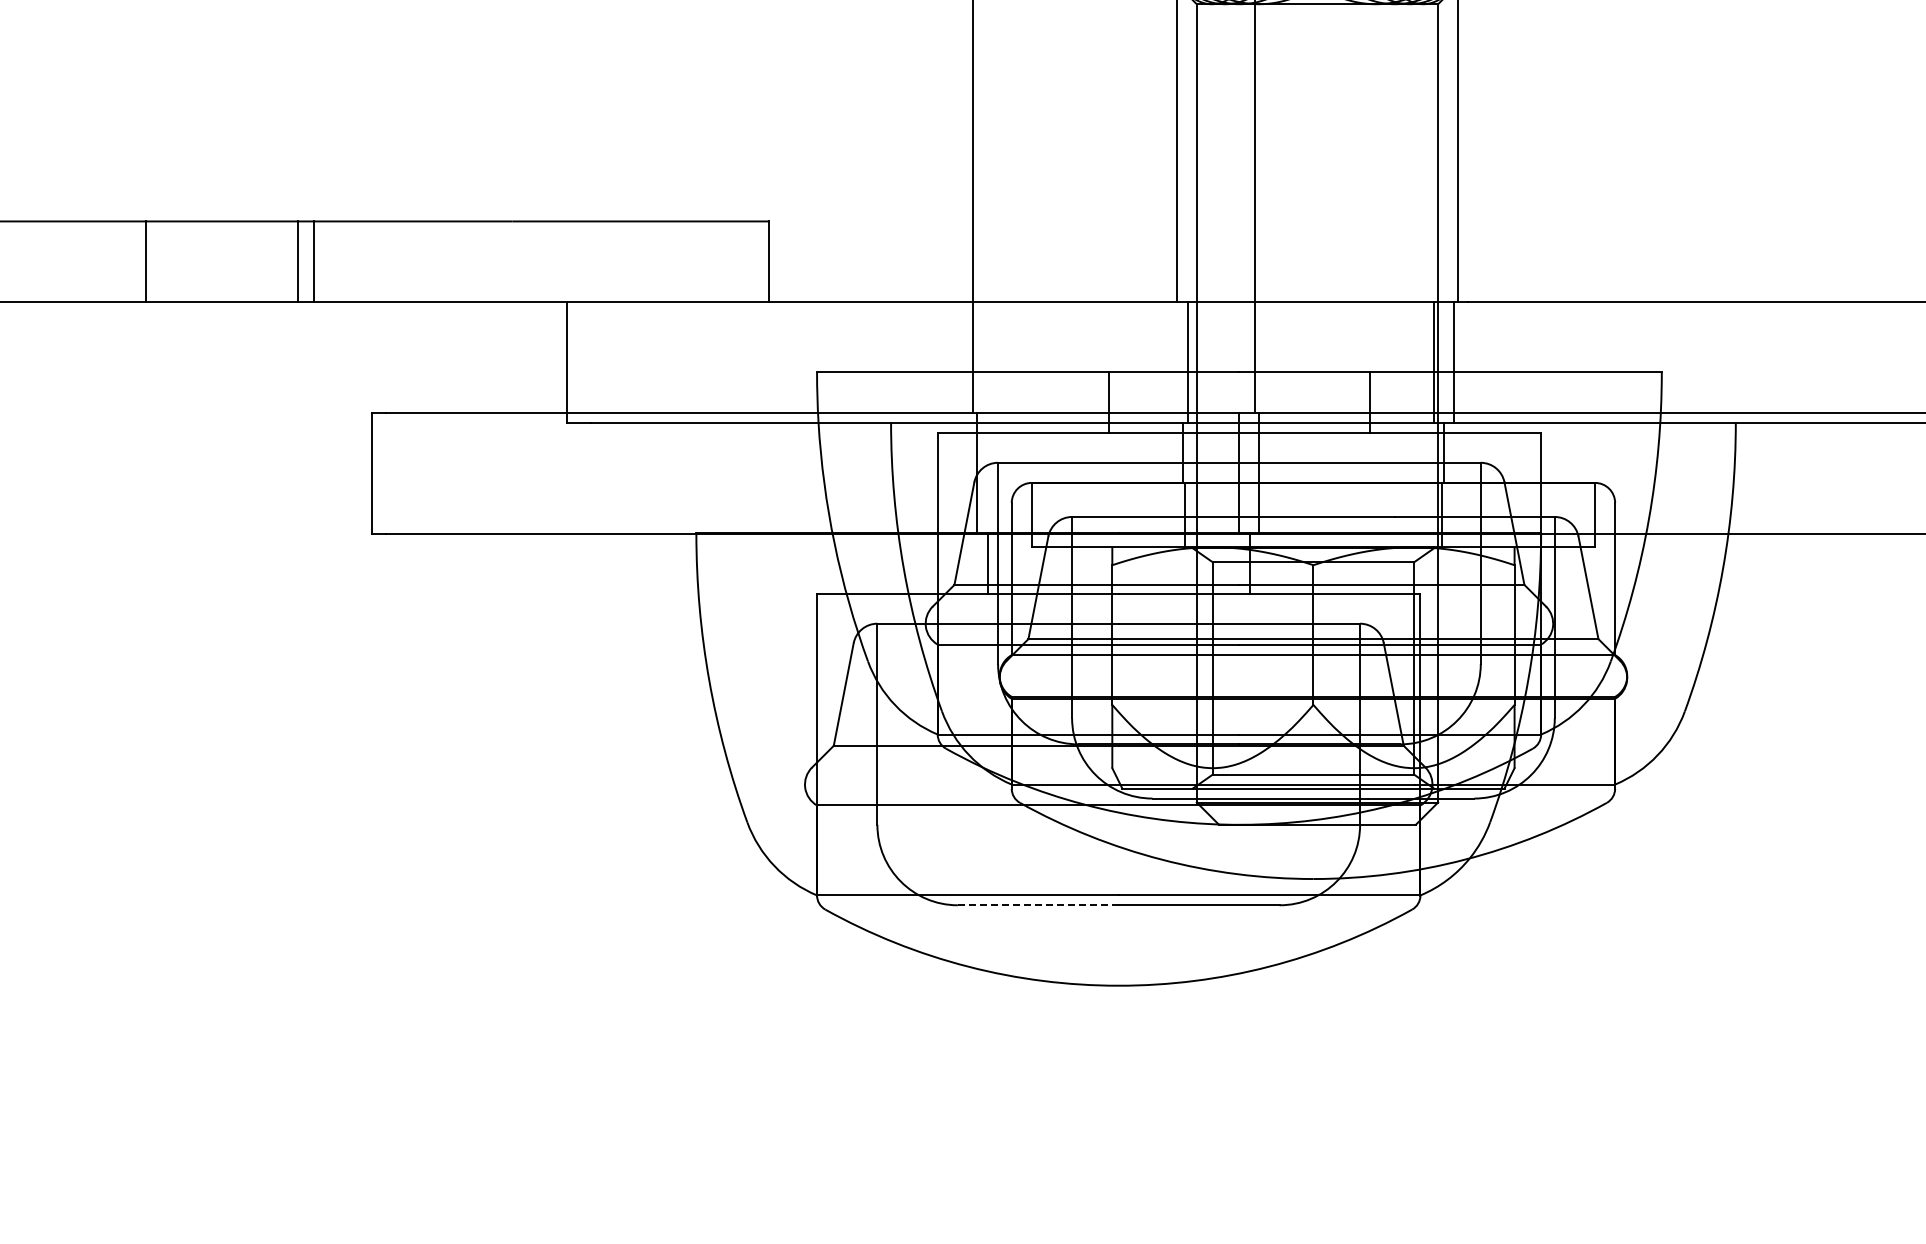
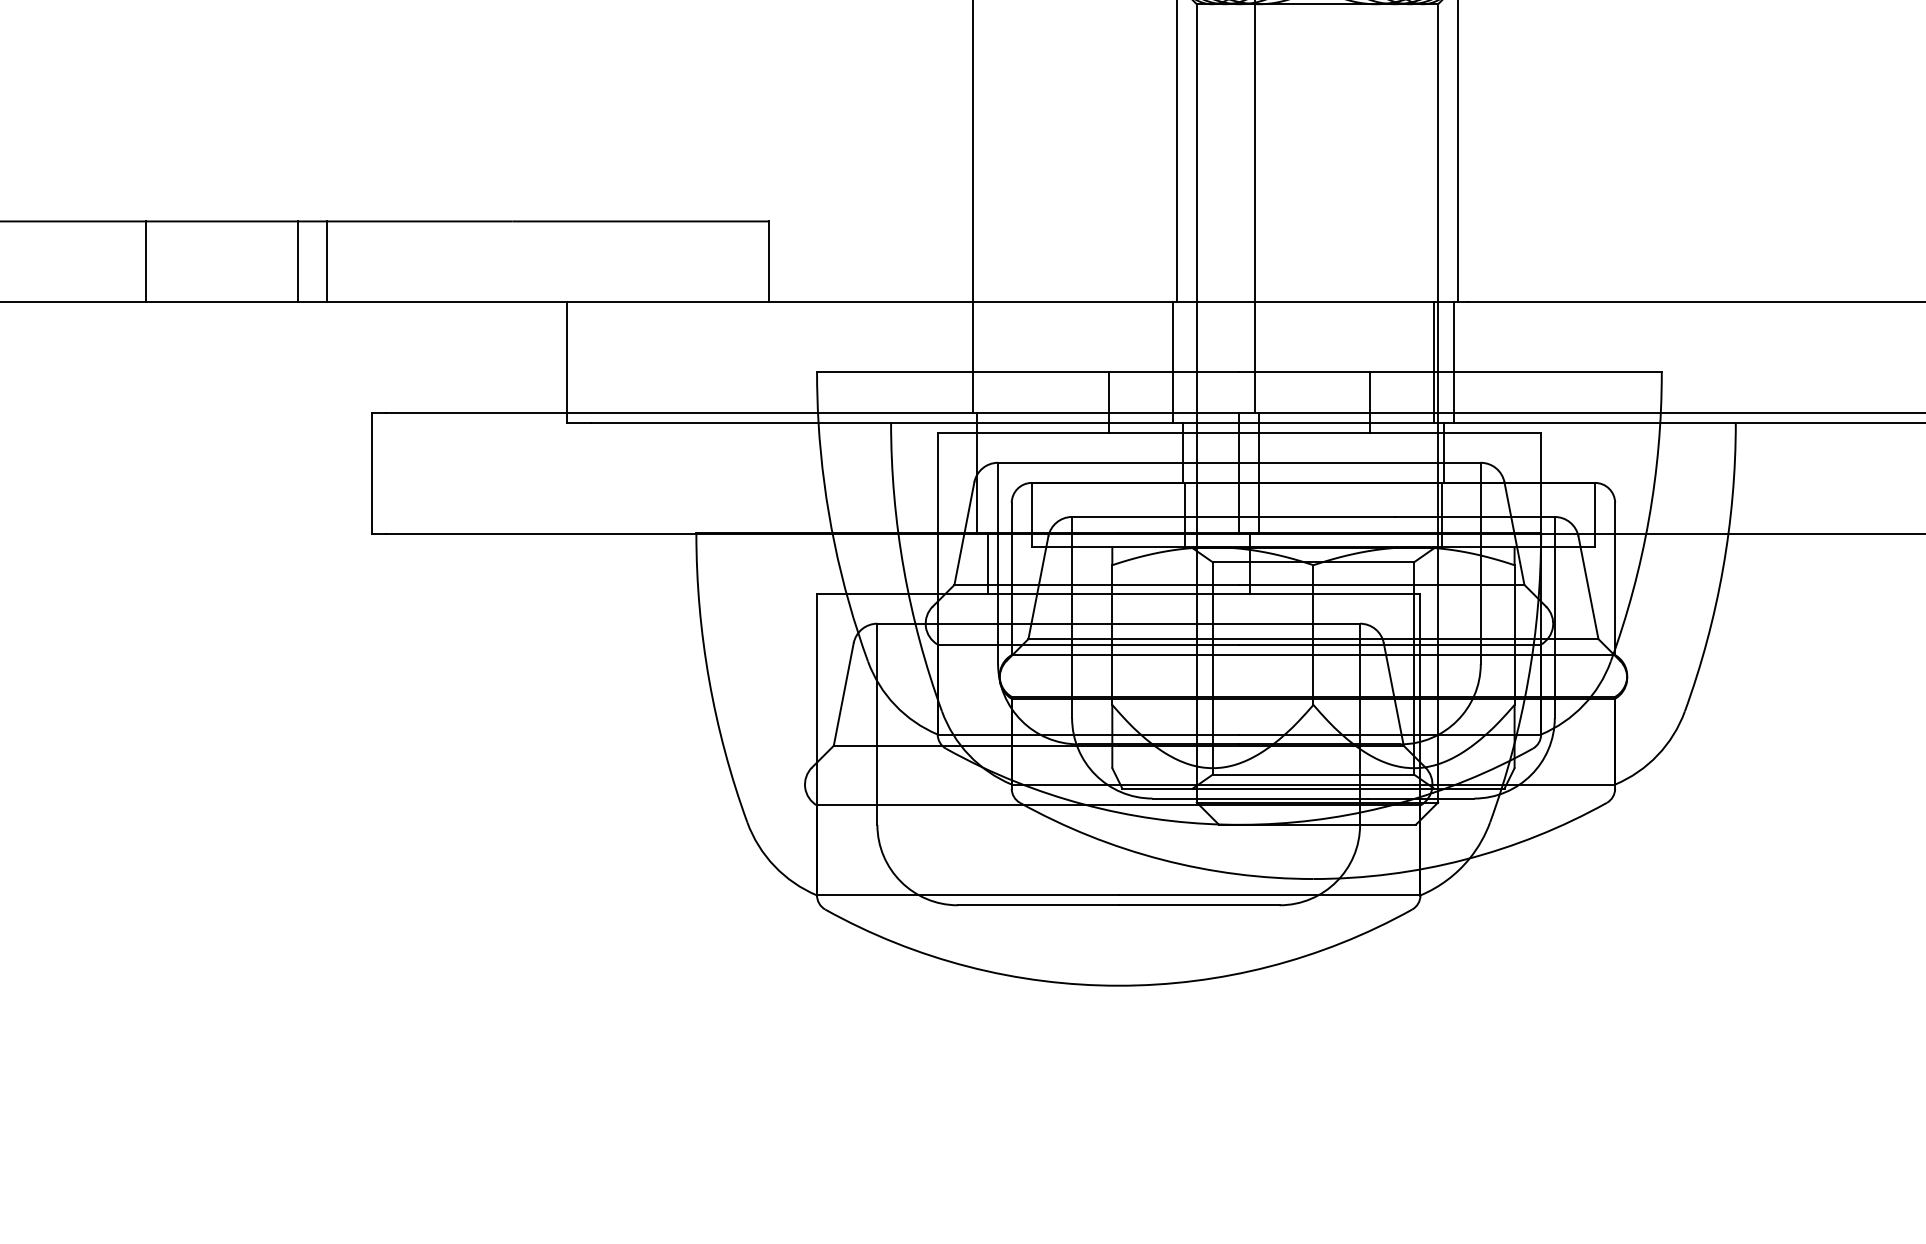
line at (314, 261) position: (314, 261) -> (327, 261)
line at (1187, 361) position: (1187, 361) -> (1172, 361)
line at (1038, 905): dashed -> solid
